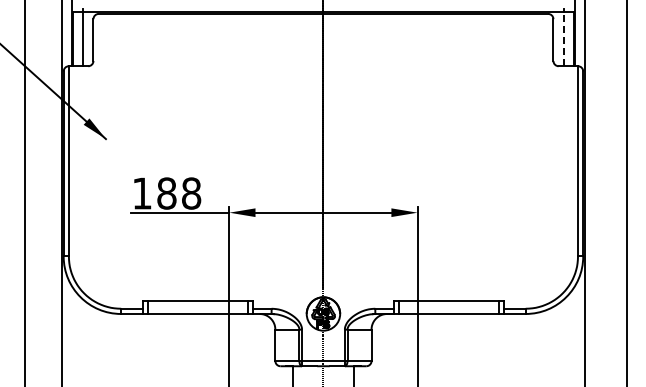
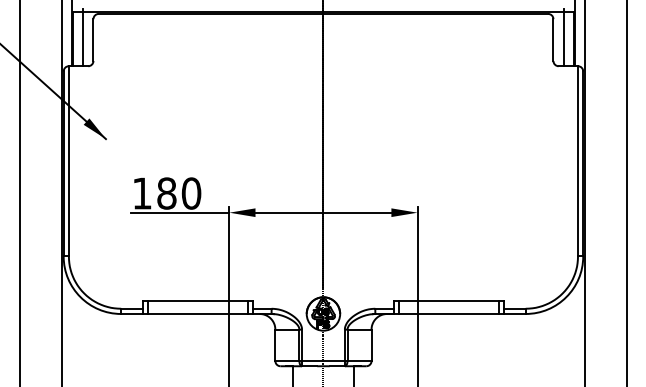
line at (563, 38): dashed -> solid
line at (25, 192) position: (25, 192) -> (20, 192)
text at (191, 193): 188 -> 180
